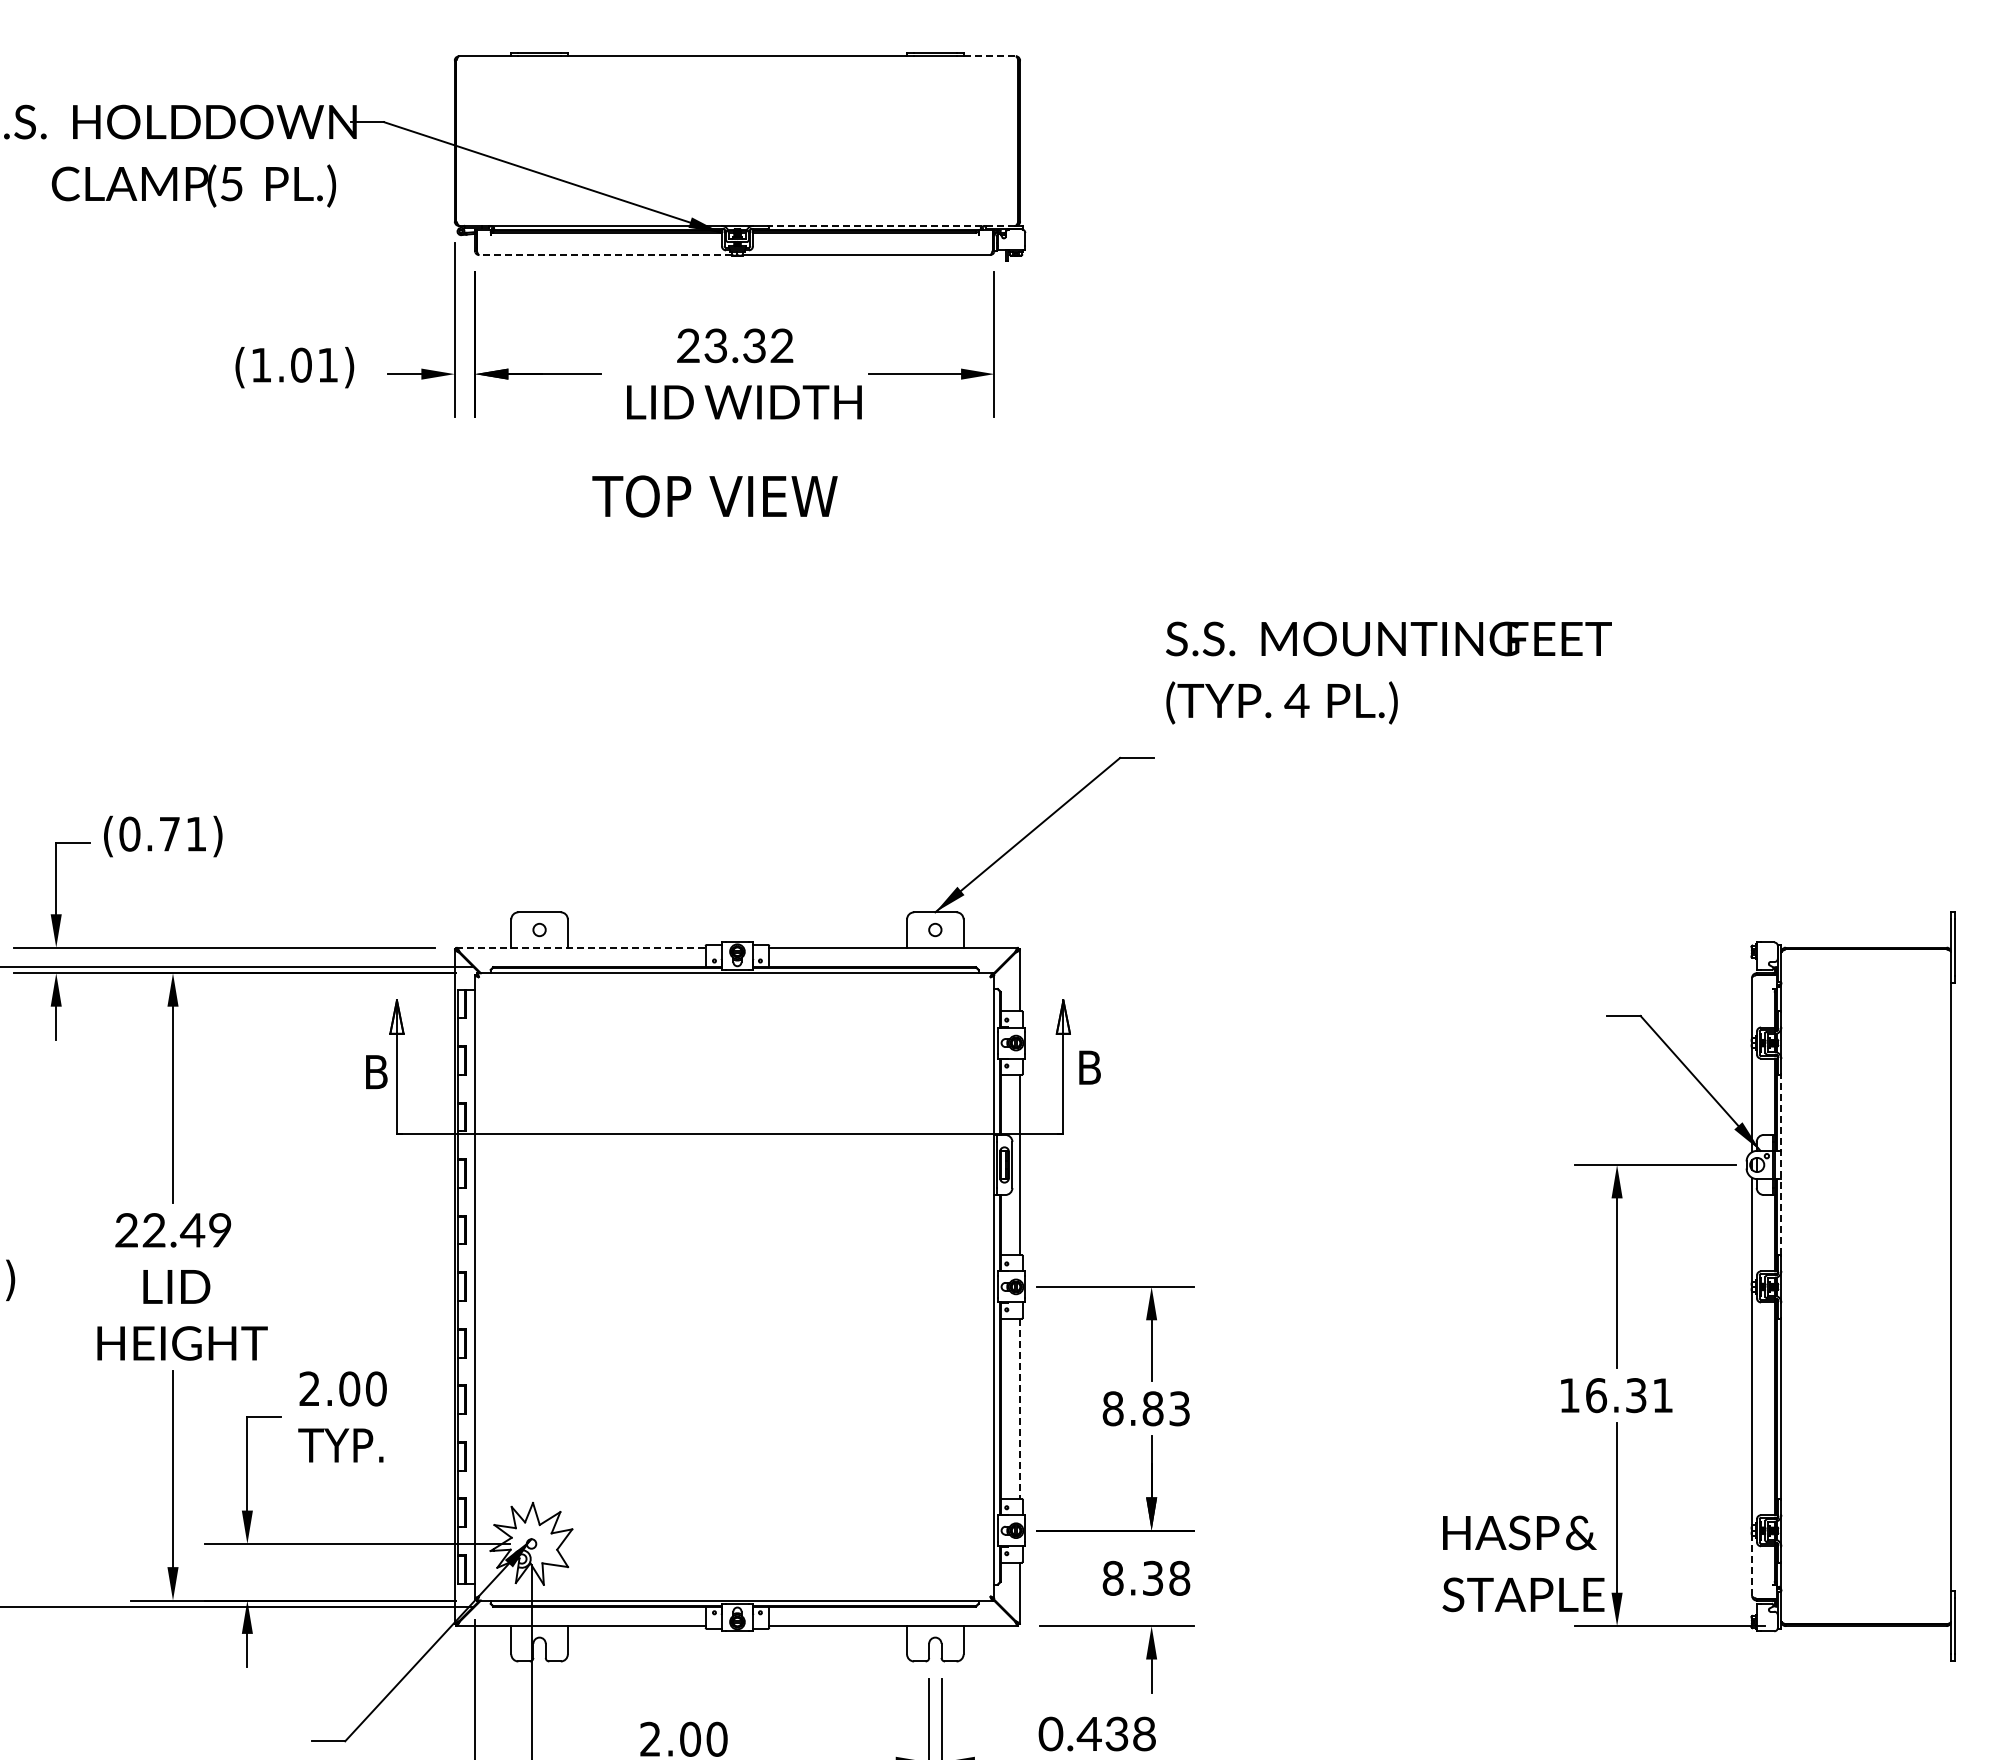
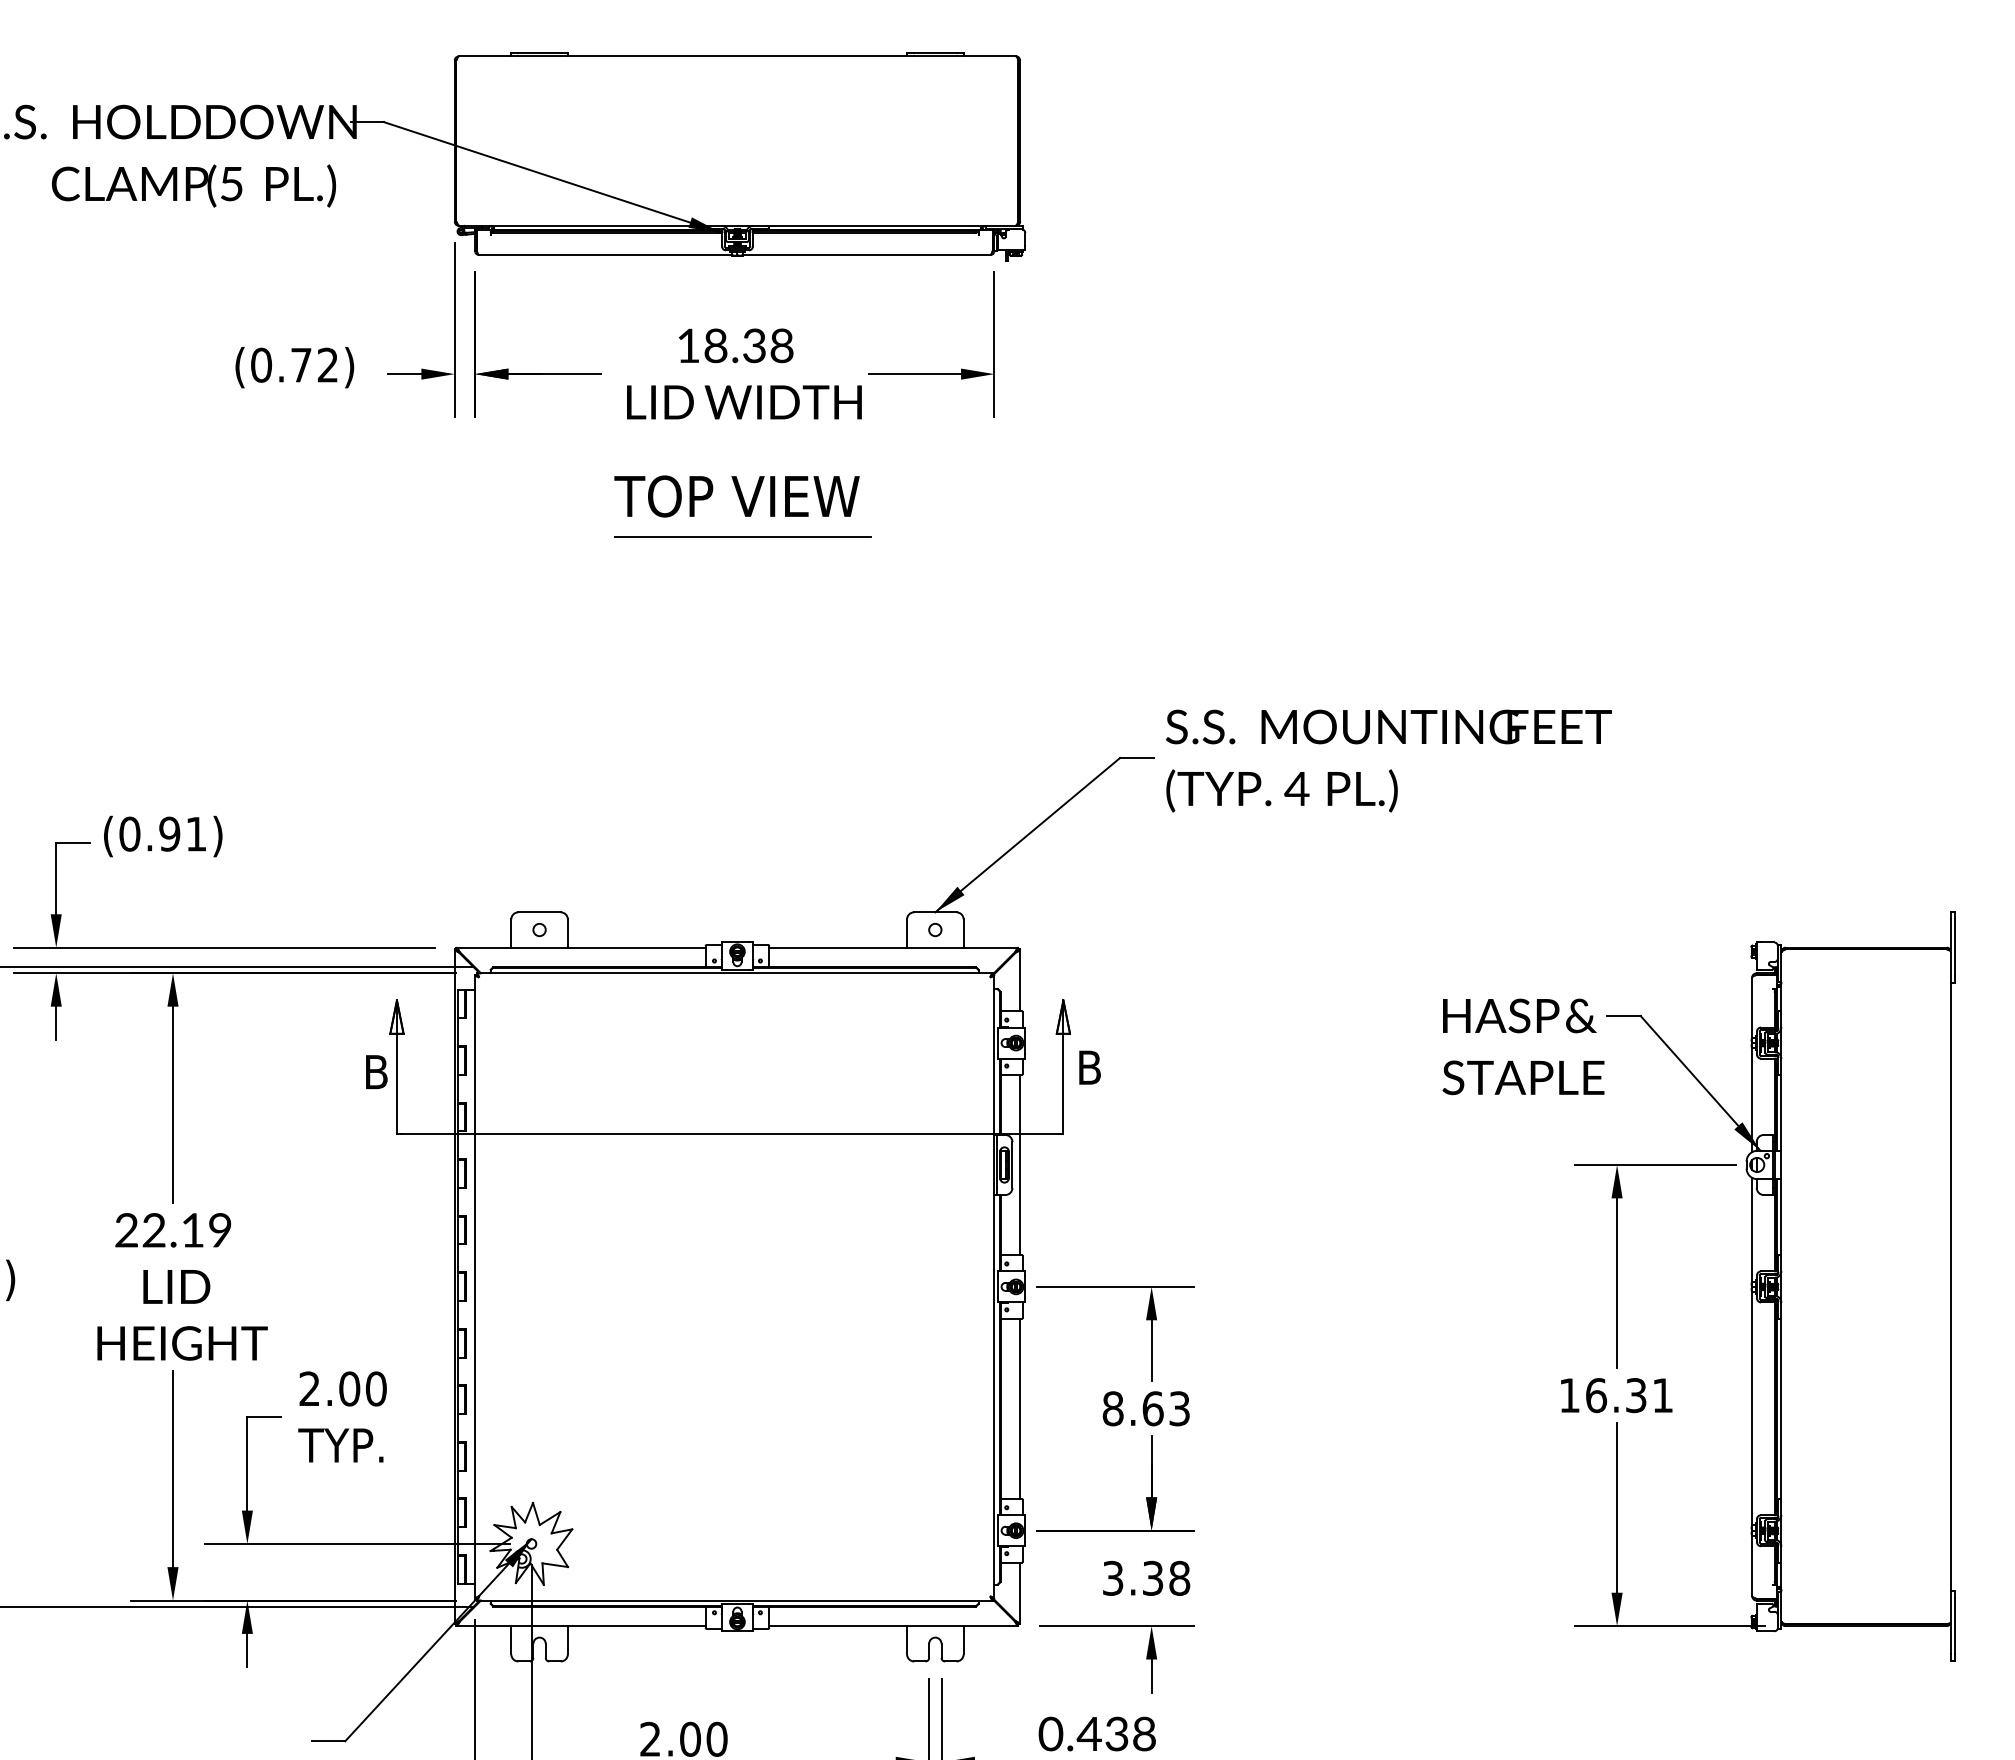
line at (990, 56): dashed -> solid
line at (892, 225): dashed -> solid
line at (605, 255): dashed -> solid
text at (735, 345): 23.32 -> 18.38
text at (294, 364): (1.01) -> (0.72)
text at (714, 496) position: (714, 496) -> (736, 496)
line at (742, 536): none -> present
text at (1388, 672) position: (1388, 672) -> (1388, 760)
text at (169, 833): (0.71) -> (0.91)
line at (581, 947): dashed -> solid
line at (1781, 1164): dashed -> solid
text at (192, 1230): 22.49 -> 22.19
text at (1152, 1408): 8.83 -> 8.63
line at (1020, 1409): dashed -> solid
text at (1523, 1563) position: (1523, 1563) -> (1523, 1046)
line at (1752, 1565): dashed -> solid
text at (1112, 1578): 8.38 -> 3.38
